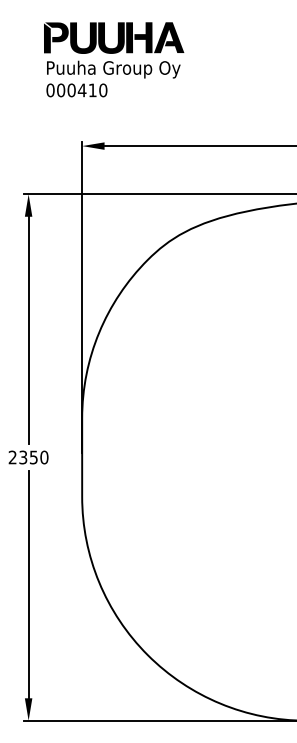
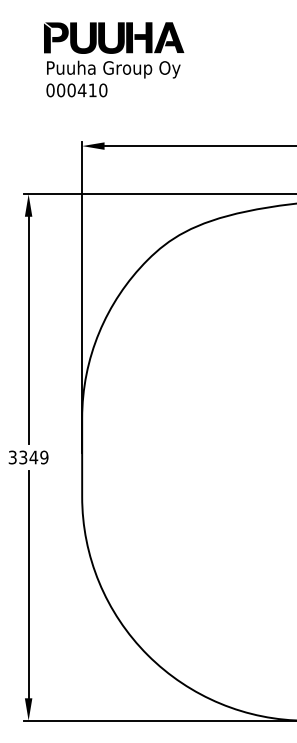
text at (28, 457): 2350 -> 3349
